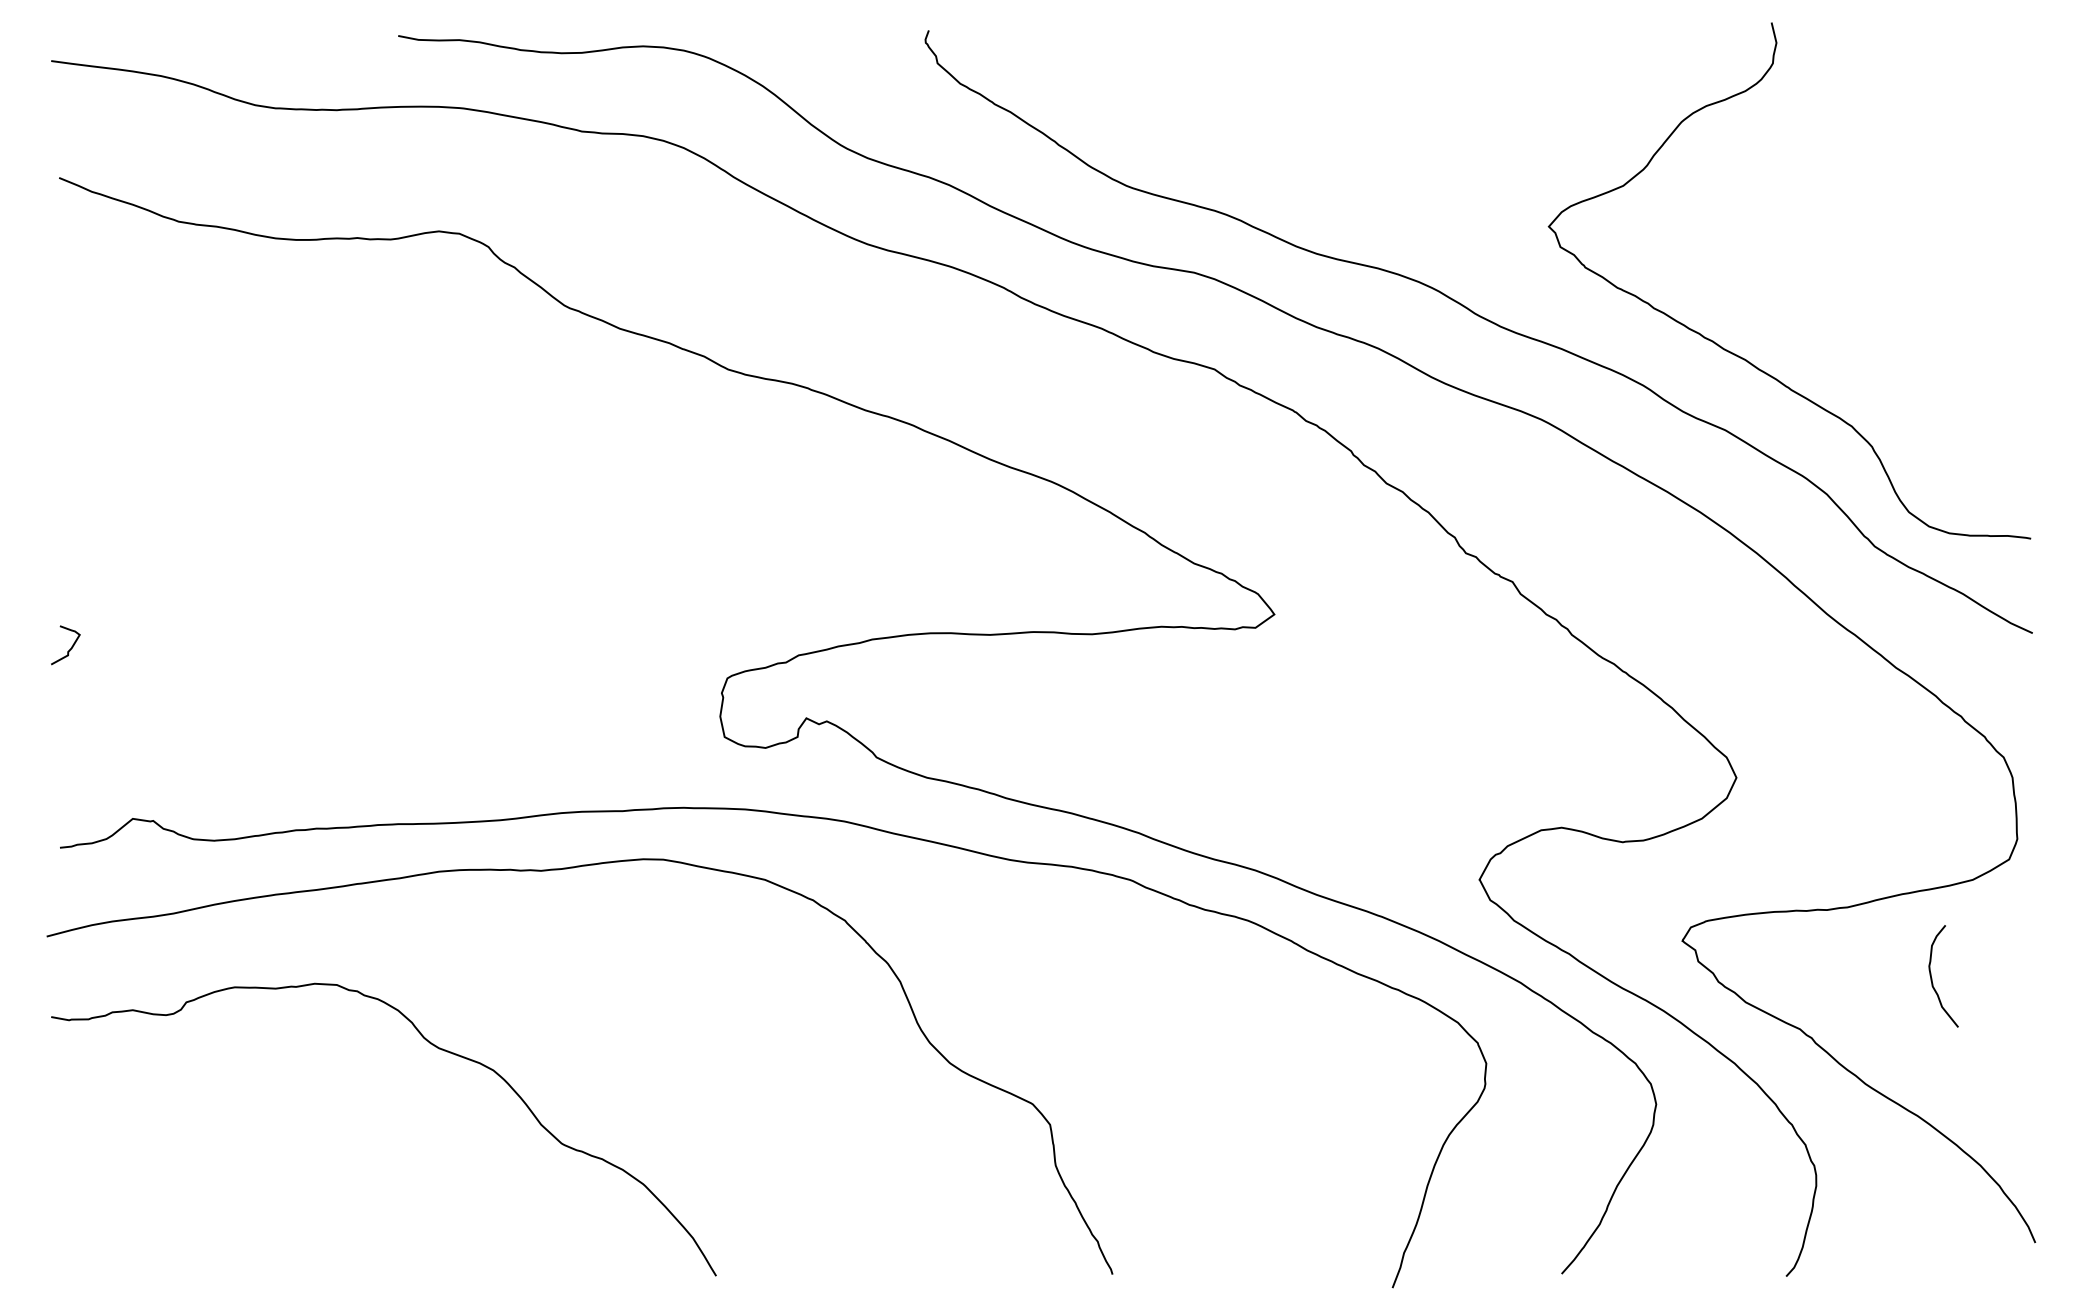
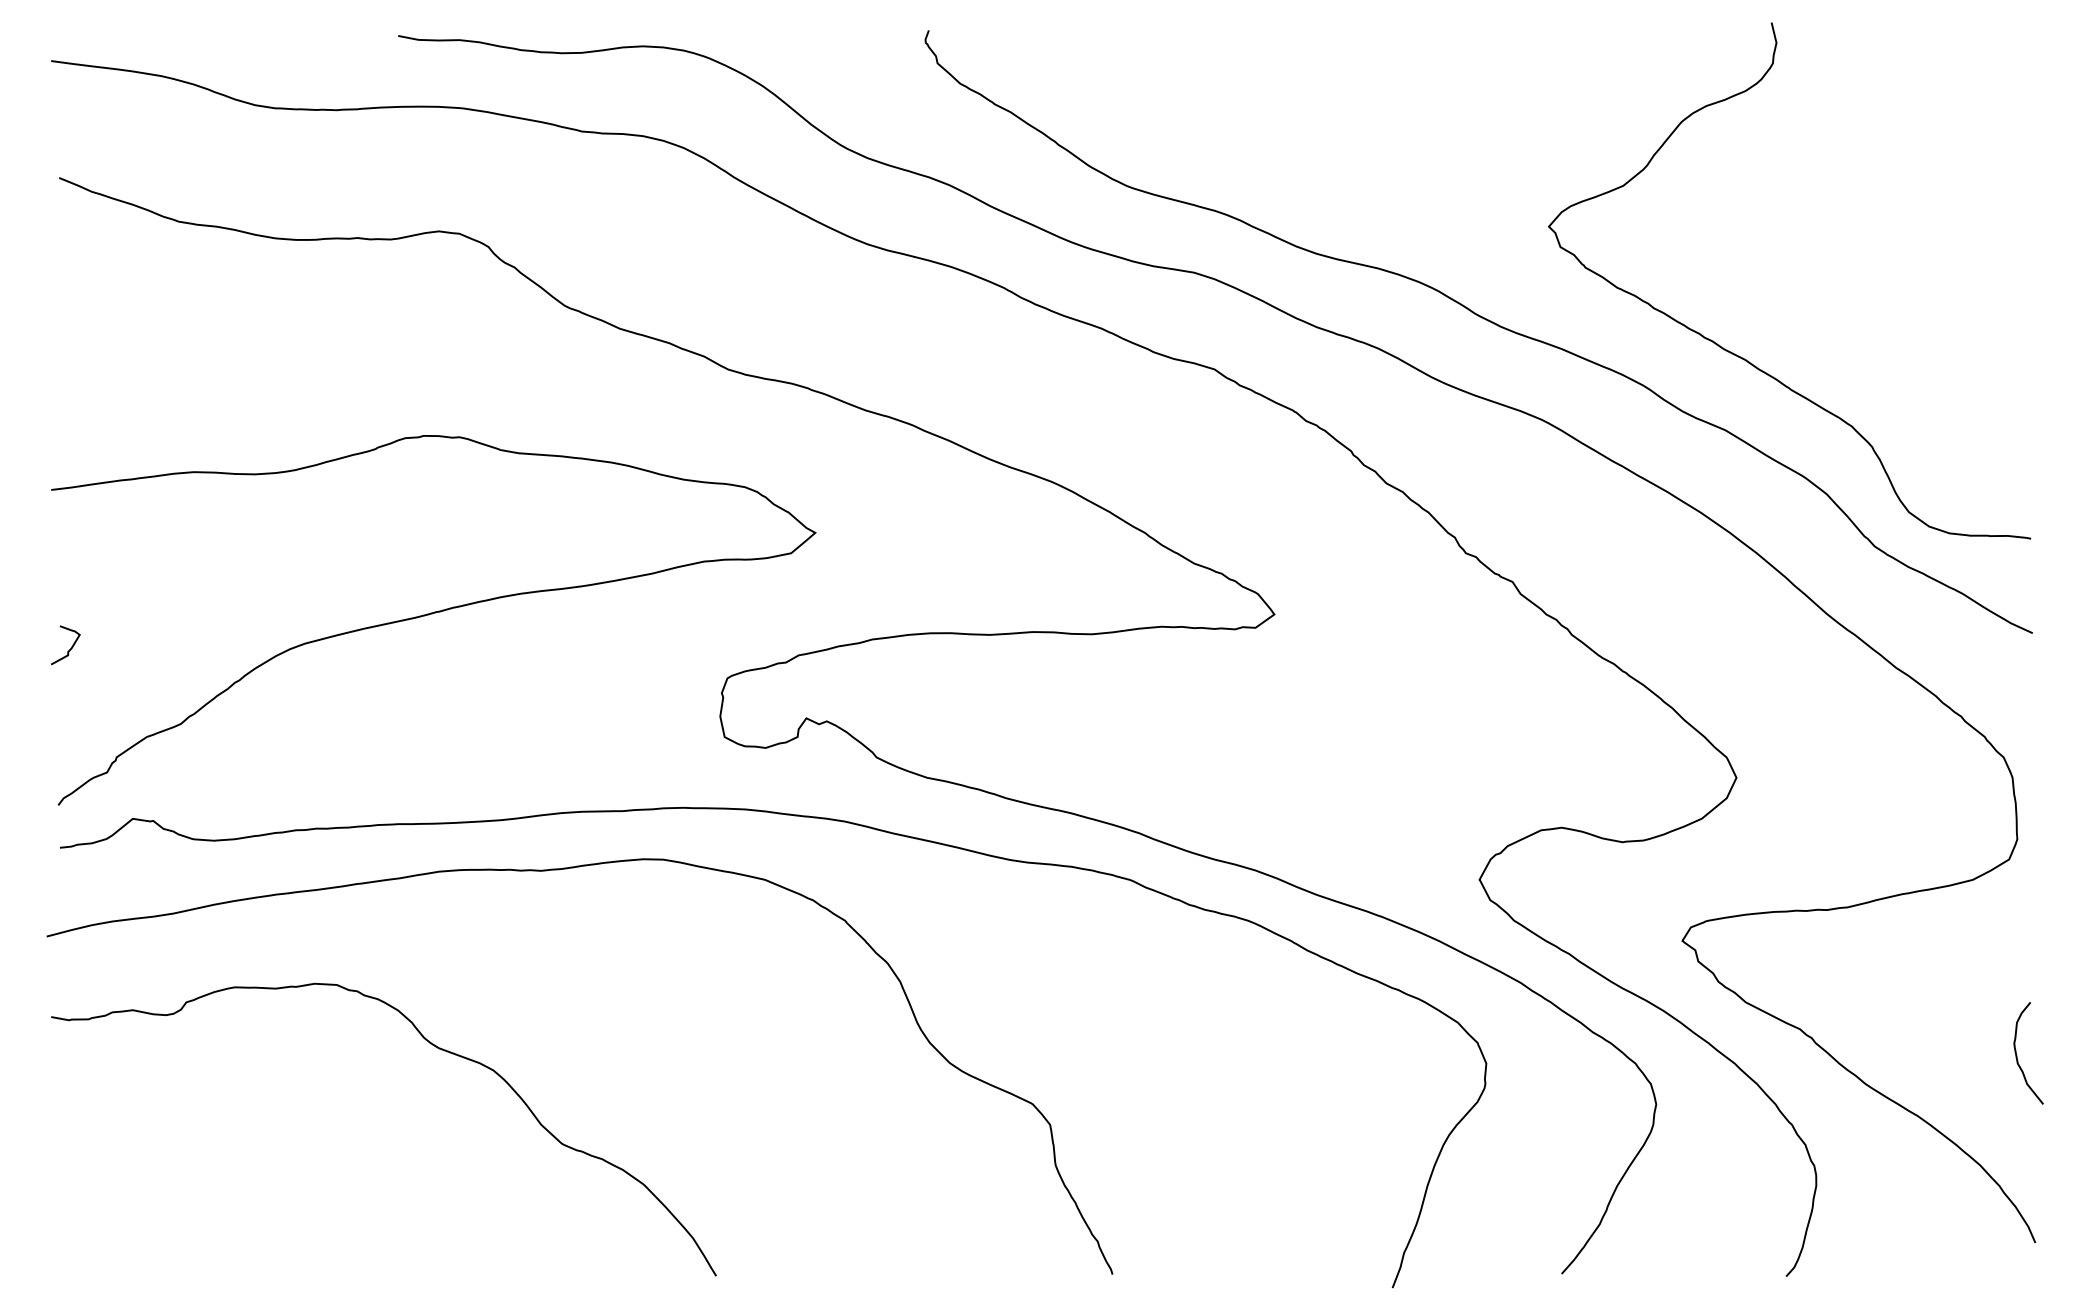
curve at (432, 614): none -> present
curve at (1932, 978) position: (1932, 978) -> (2017, 1055)
